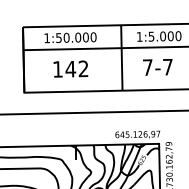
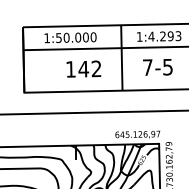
text at (164, 36): 1:5.000 -> 1:4.293
text at (167, 67): 7-7 -> 7-5
text at (70, 68) position: (70, 68) -> (83, 68)
